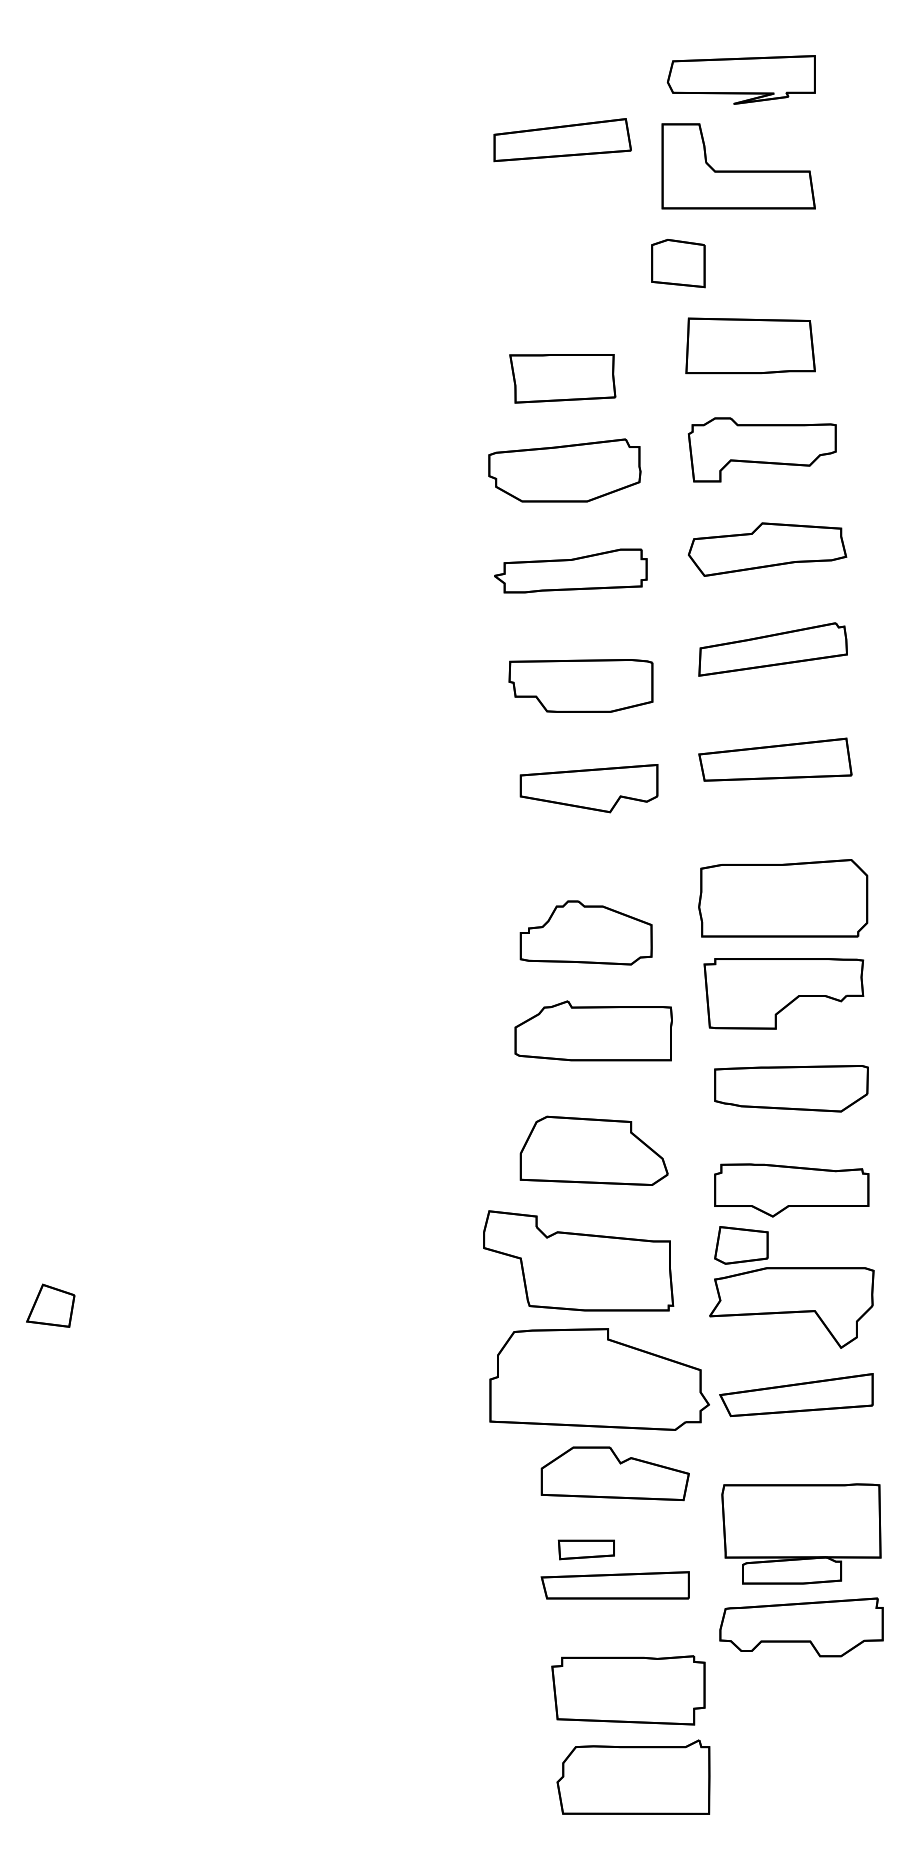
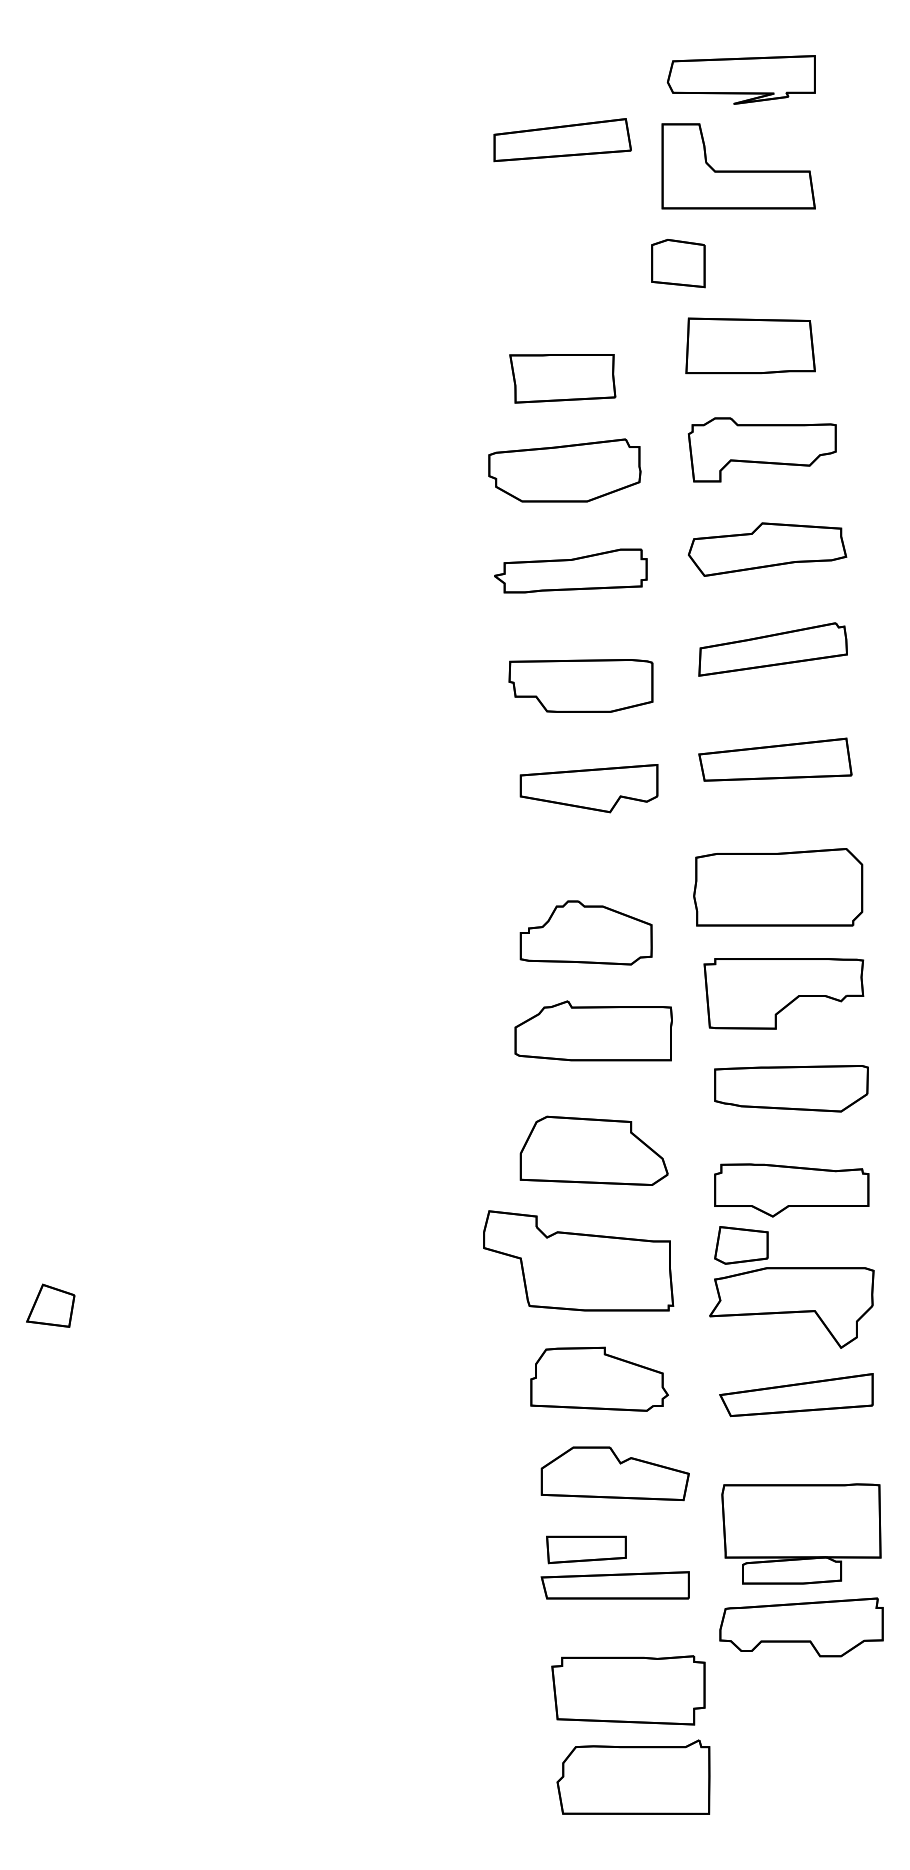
part at (783, 898) position: (783, 898) -> (778, 887)
part at (599, 1379) size: 221x103 px -> 139x66 px
part at (586, 1549) size: 57x22 px -> 81x30 px
